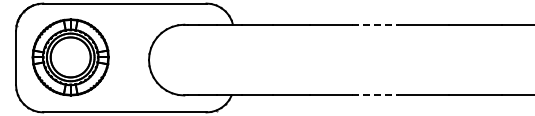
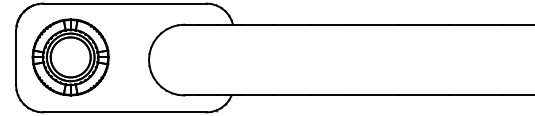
line at (376, 24): dashed -> solid
line at (376, 95): dashed -> solid
